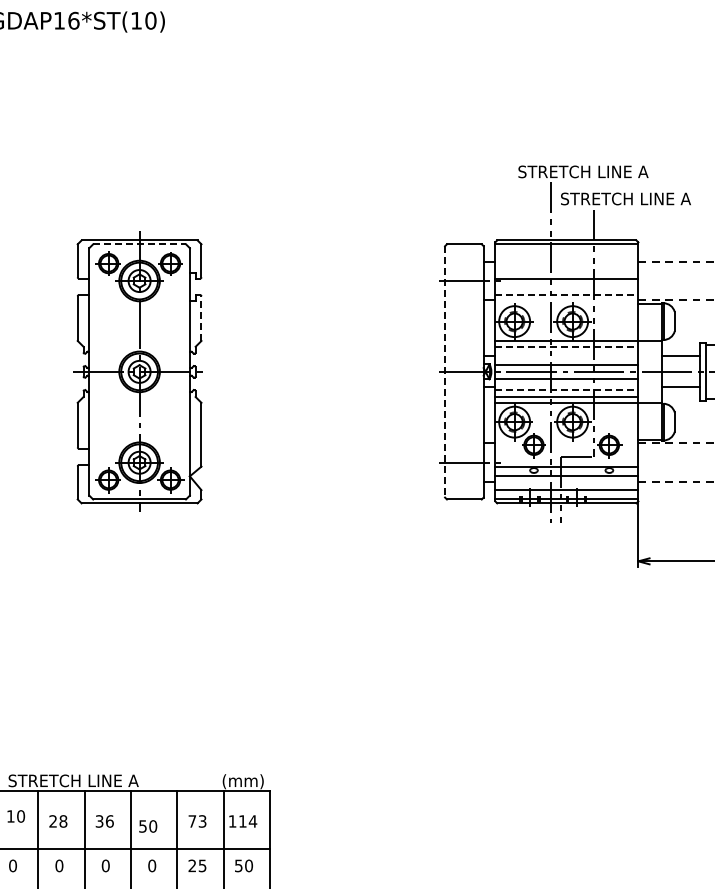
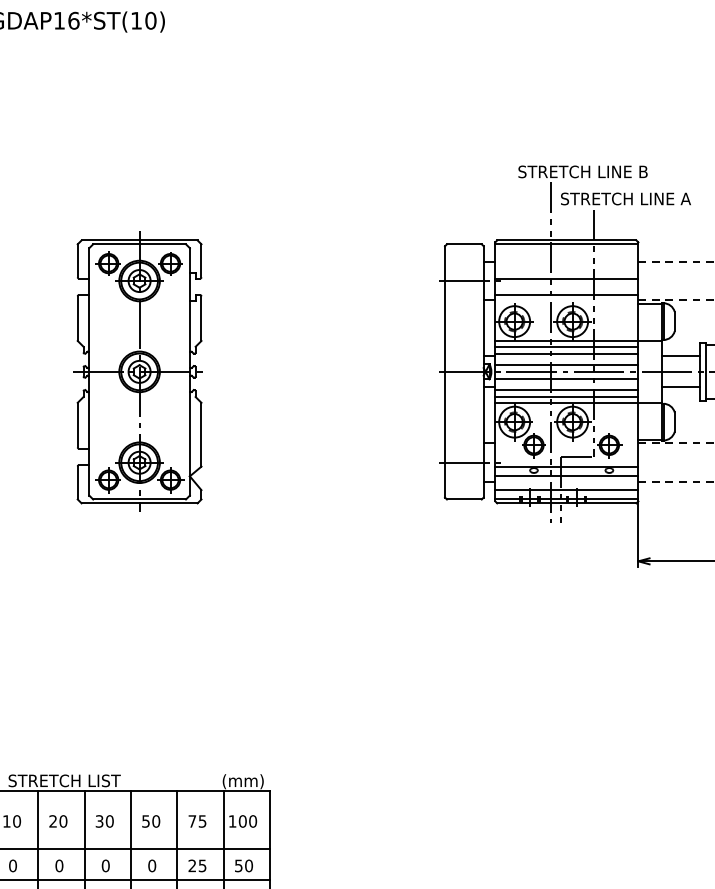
text at (643, 171): STRETCH LINE A -> STRETCH LINE B
line at (140, 244): dashed -> solid
line at (566, 295): dashed -> solid
line at (201, 318): dashed -> solid
line at (566, 346): dashed -> solid
line at (566, 353): none -> present
line at (445, 371): dashed -> solid
line at (566, 390): dashed -> solid
text at (120, 780): STRETCH LINE A -> STRETCH LIST
text at (16, 816) position: (16, 816) -> (12, 821)
text at (63, 821): 28 -> 20
text at (109, 821): 36 -> 30
text at (202, 821): 73 -> 75
text at (247, 821): 114 -> 100
text at (148, 826) position: (148, 826) -> (151, 821)
line at (136, 880): none -> present
